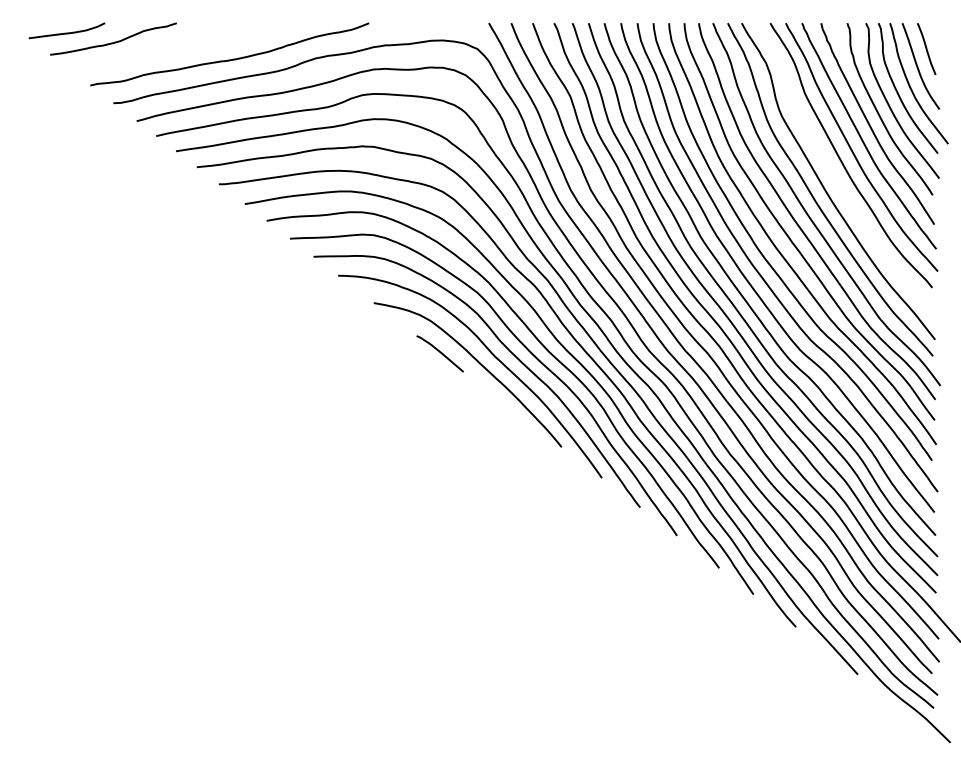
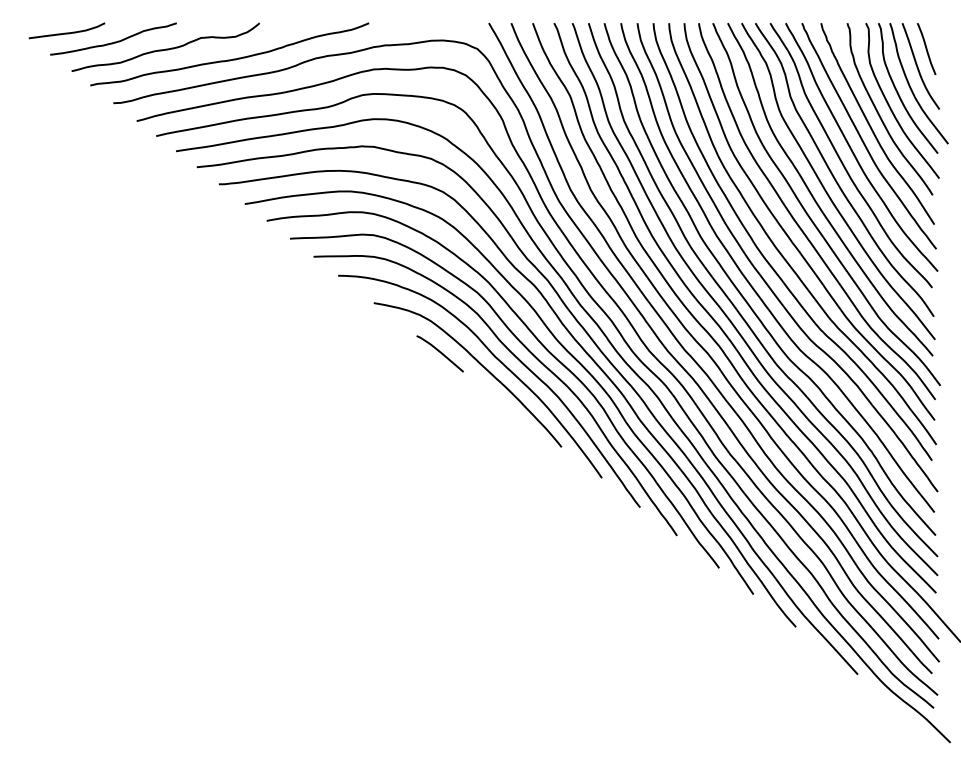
curve at (165, 48): none -> present
curve at (833, 174): none -> present
